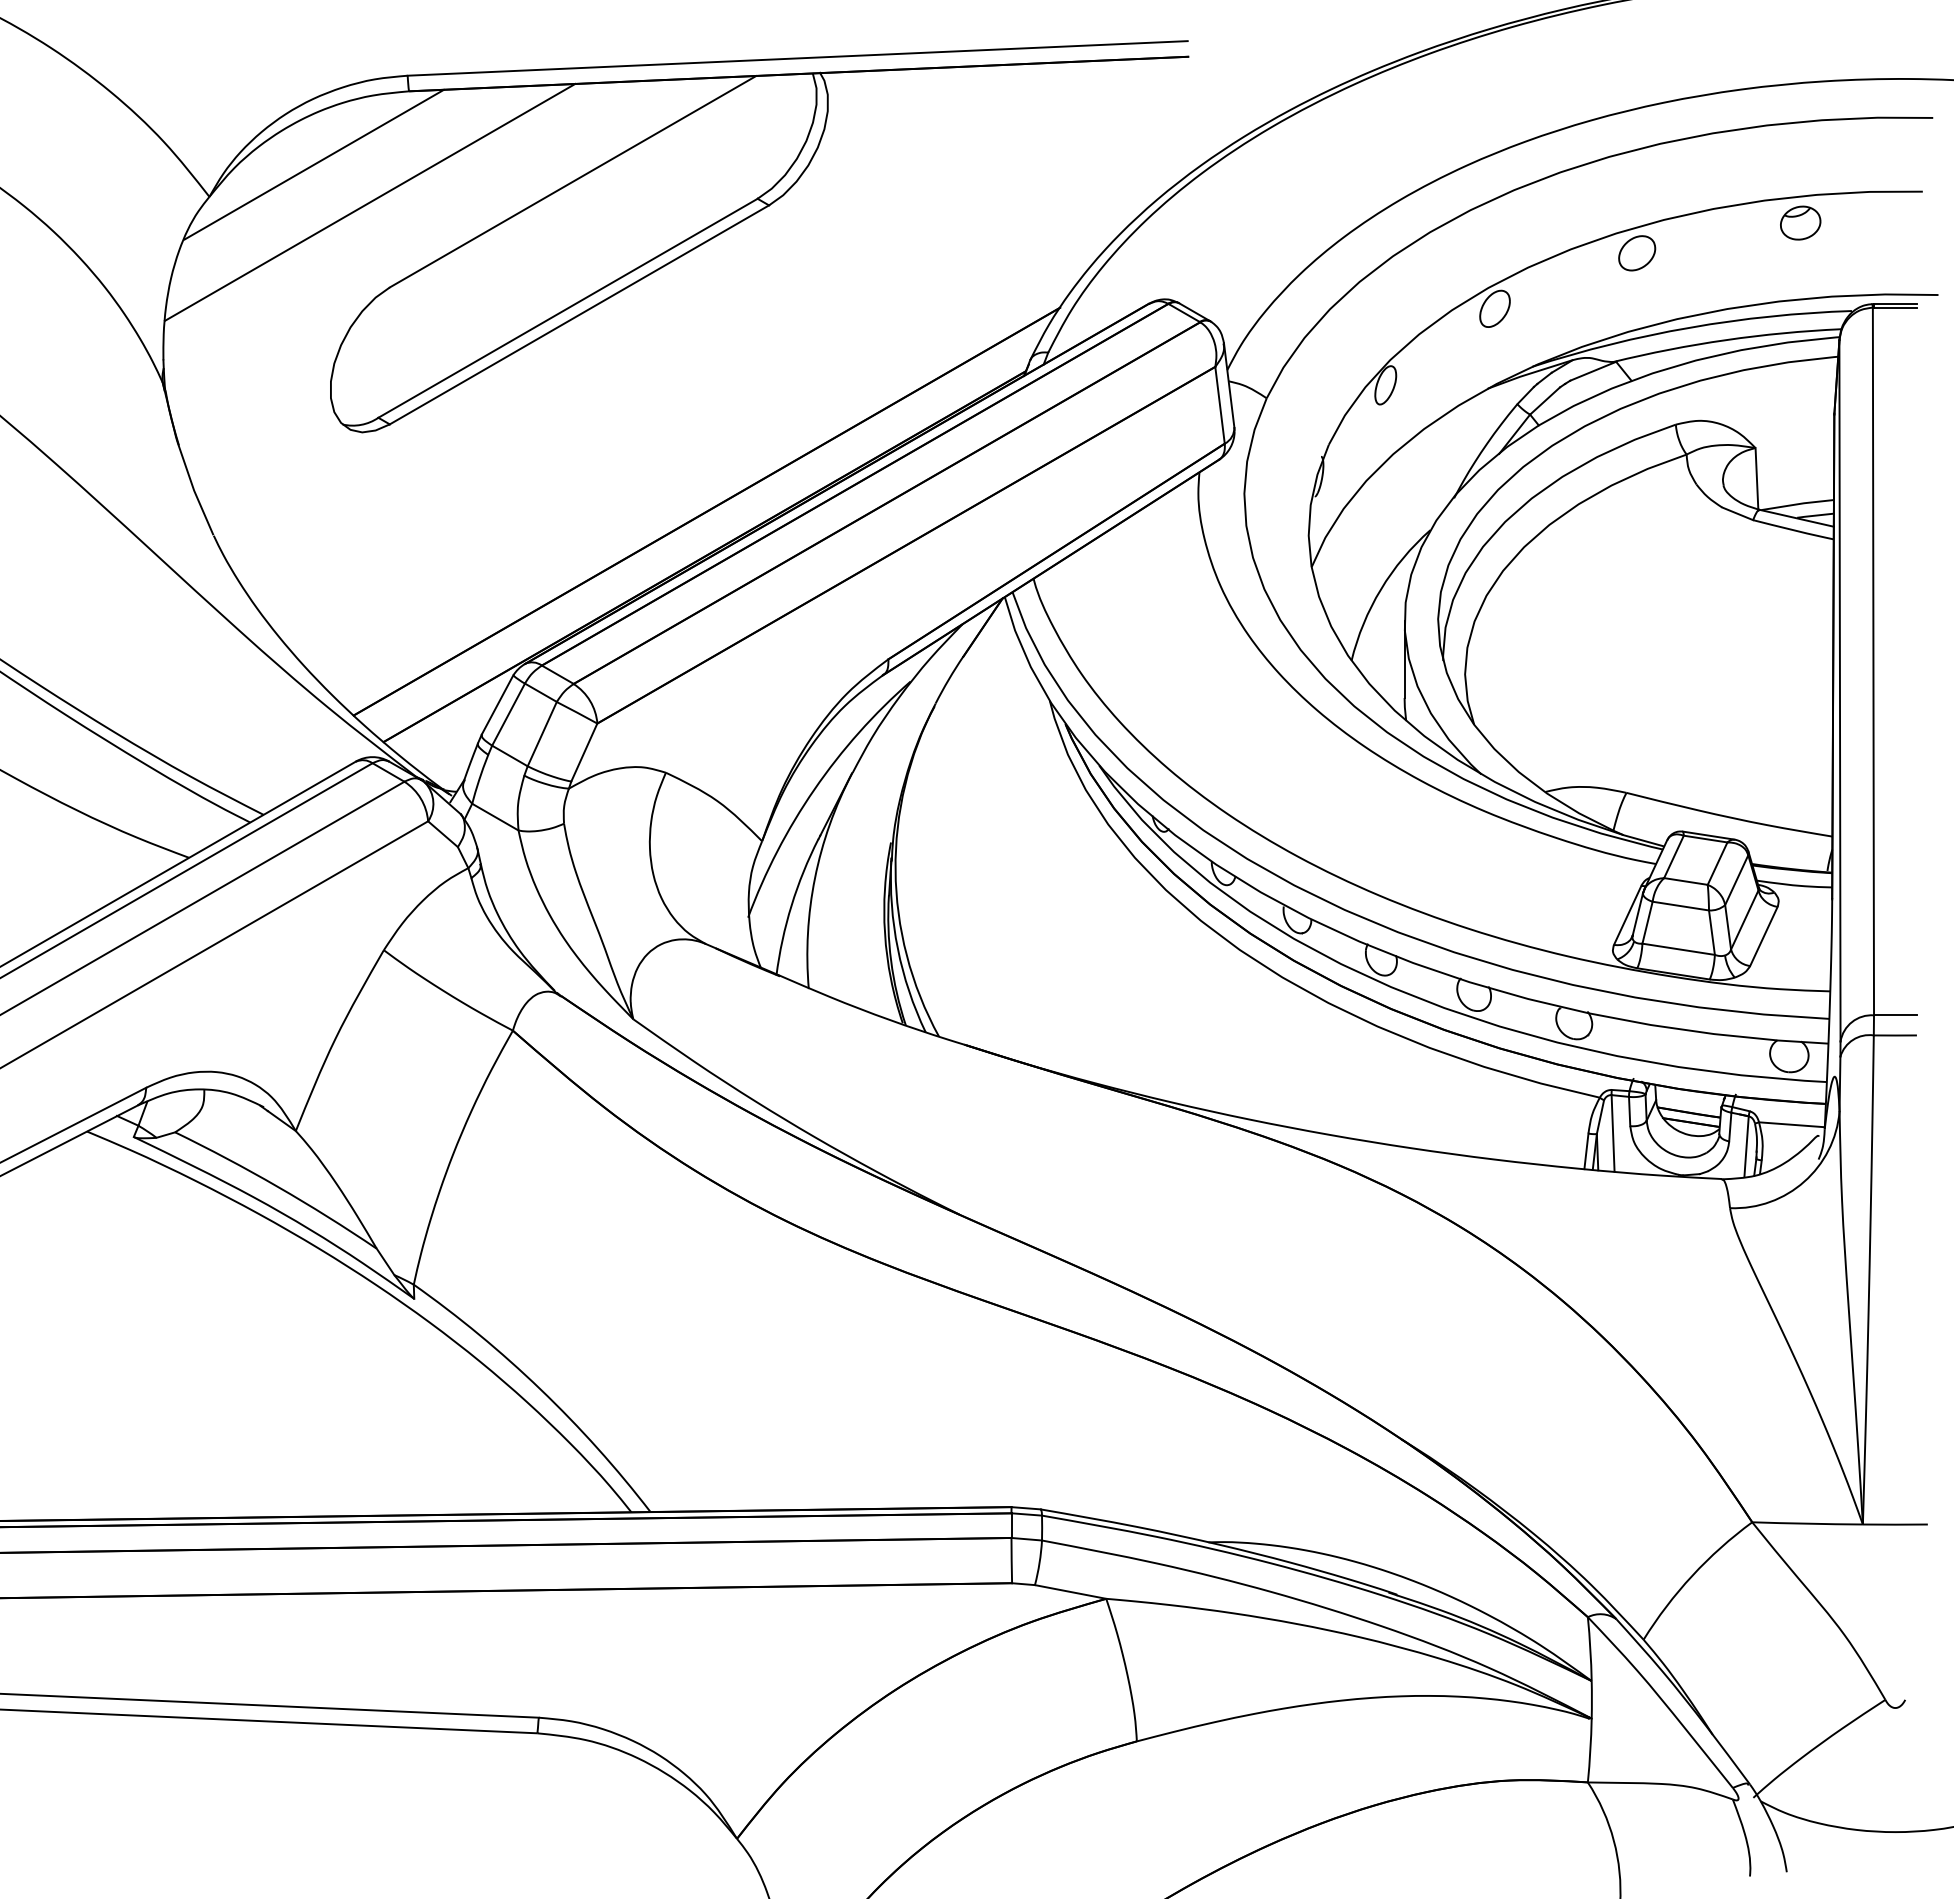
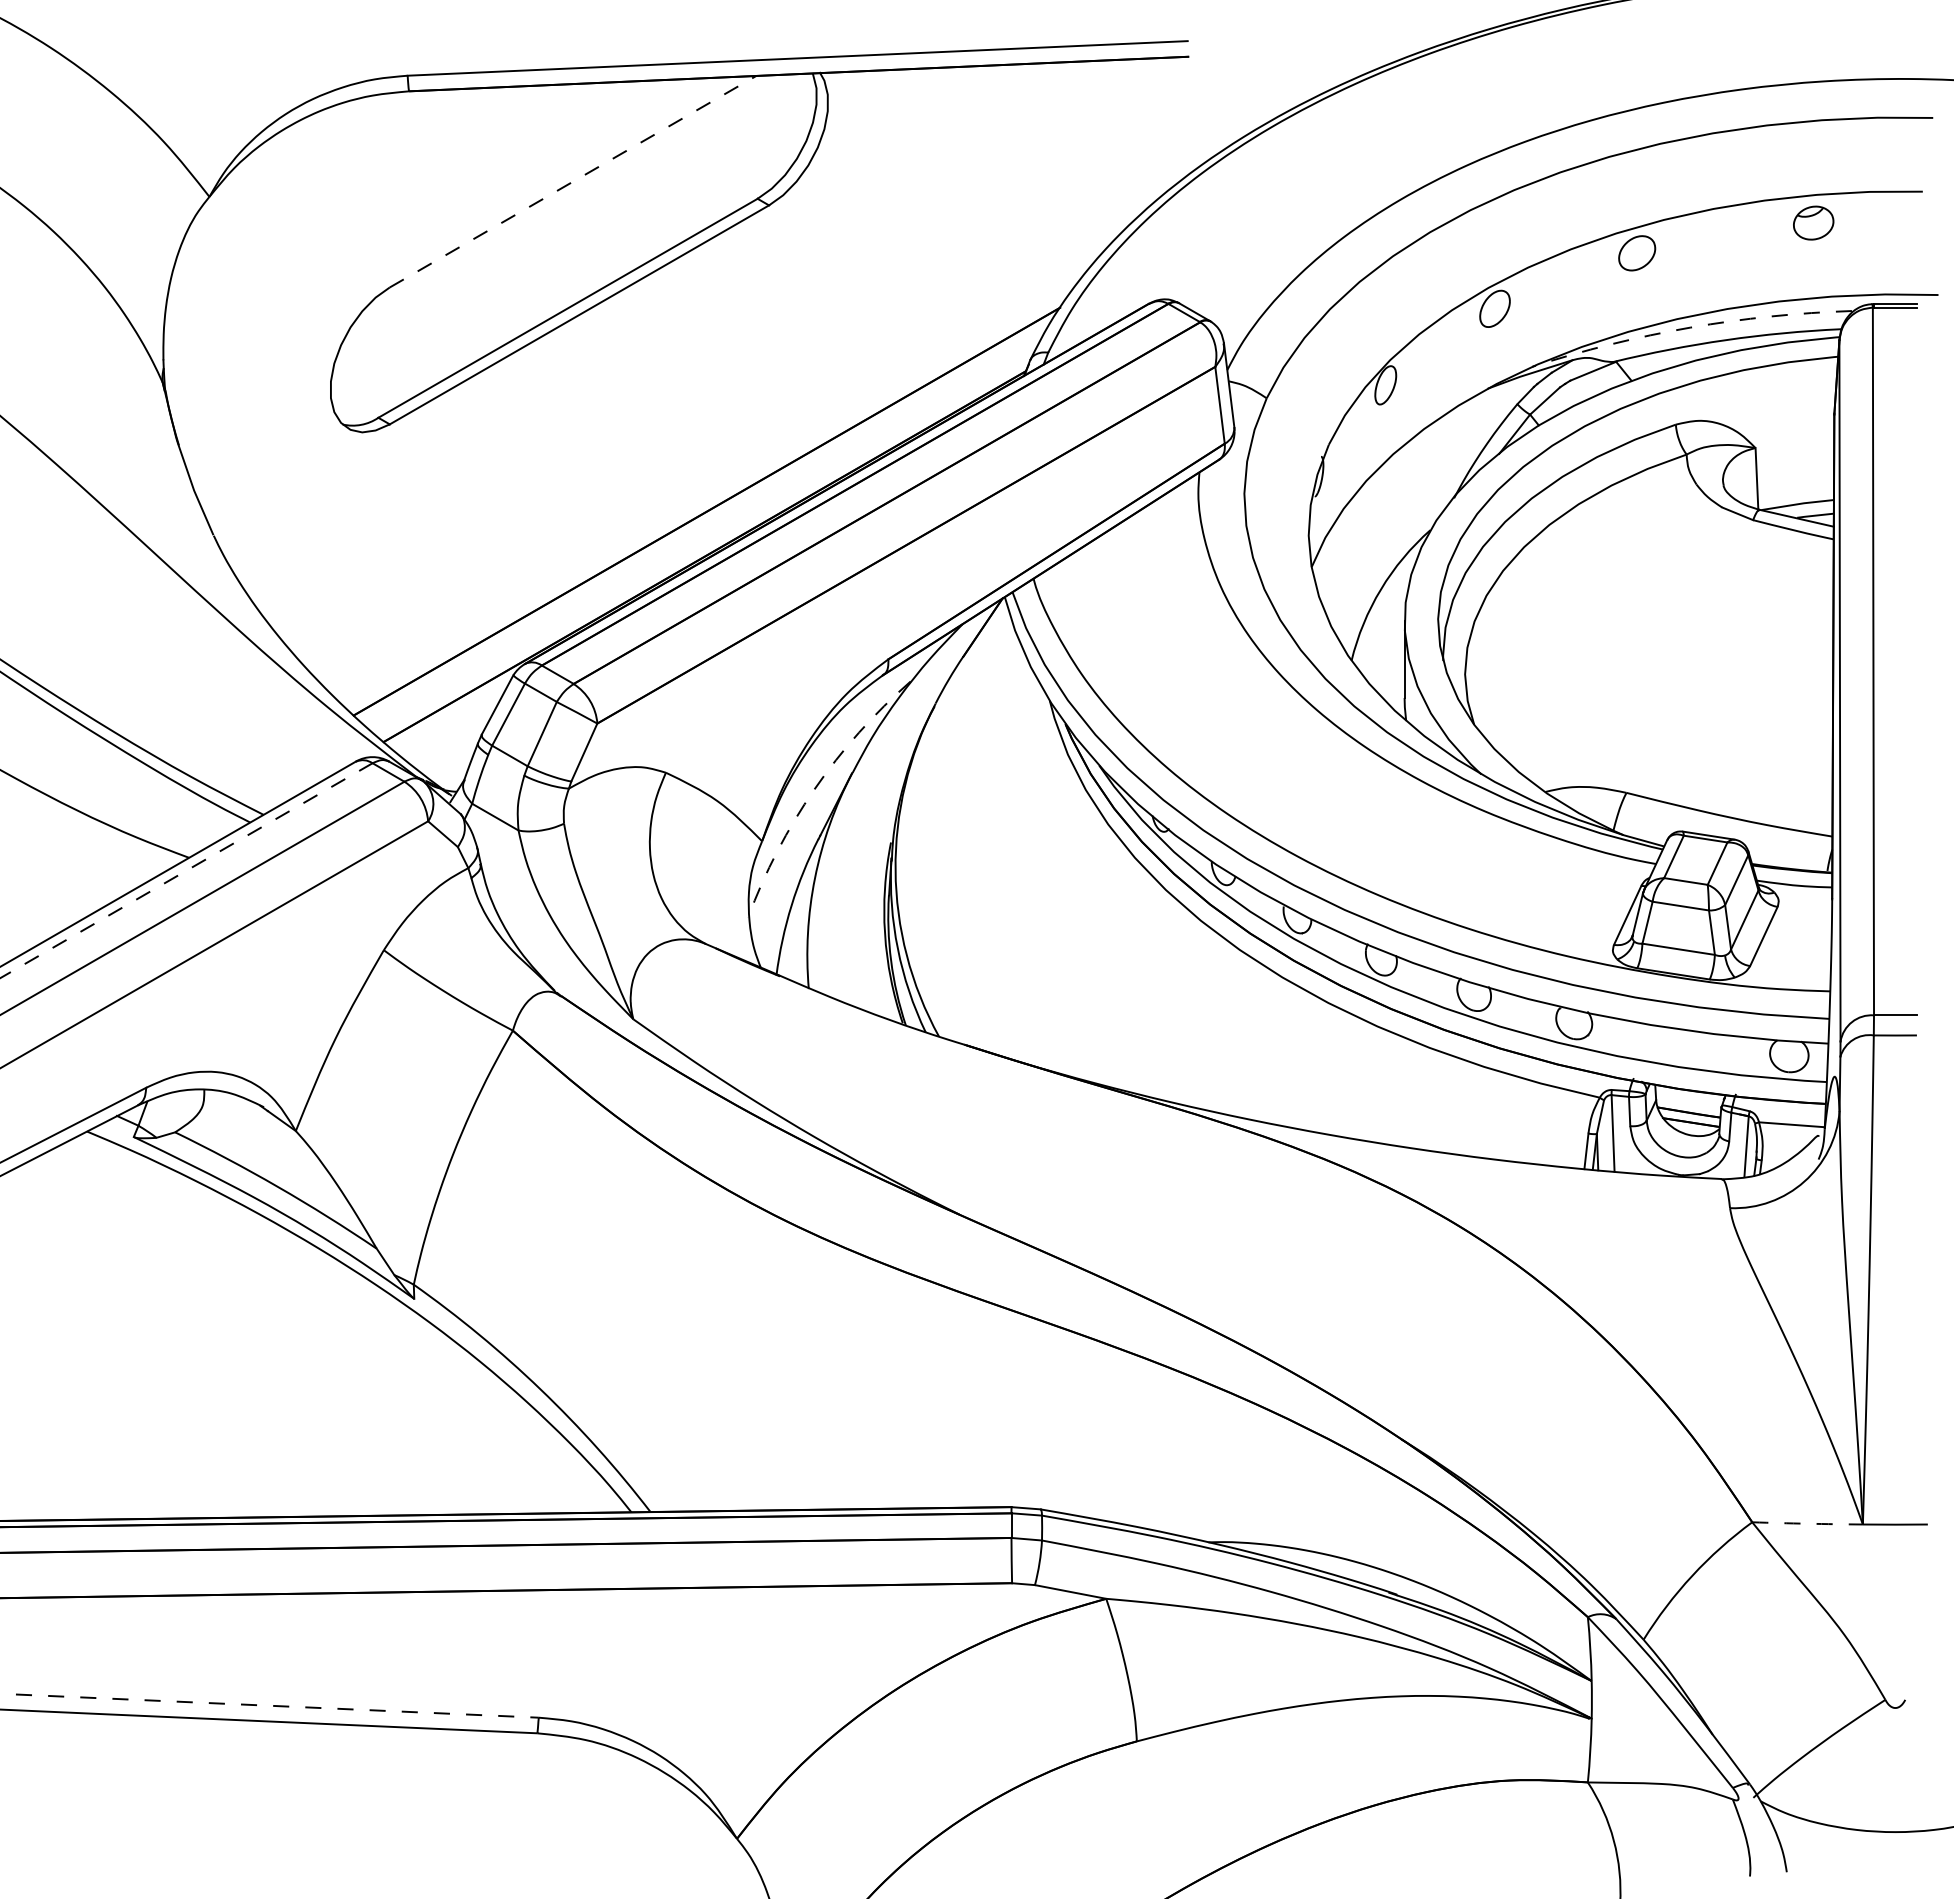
line at (313, 164): present -> none
line at (573, 181): solid -> dashed
line at (369, 201): present -> none
part at (1800, 222) position: (1800, 222) -> (1813, 222)
arc at (1690, 327): solid -> dashed
arc at (814, 789): solid -> dashed
line at (186, 870): solid -> dashed
arc at (1807, 1523): solid -> dashed
line at (270, 1705): solid -> dashed
